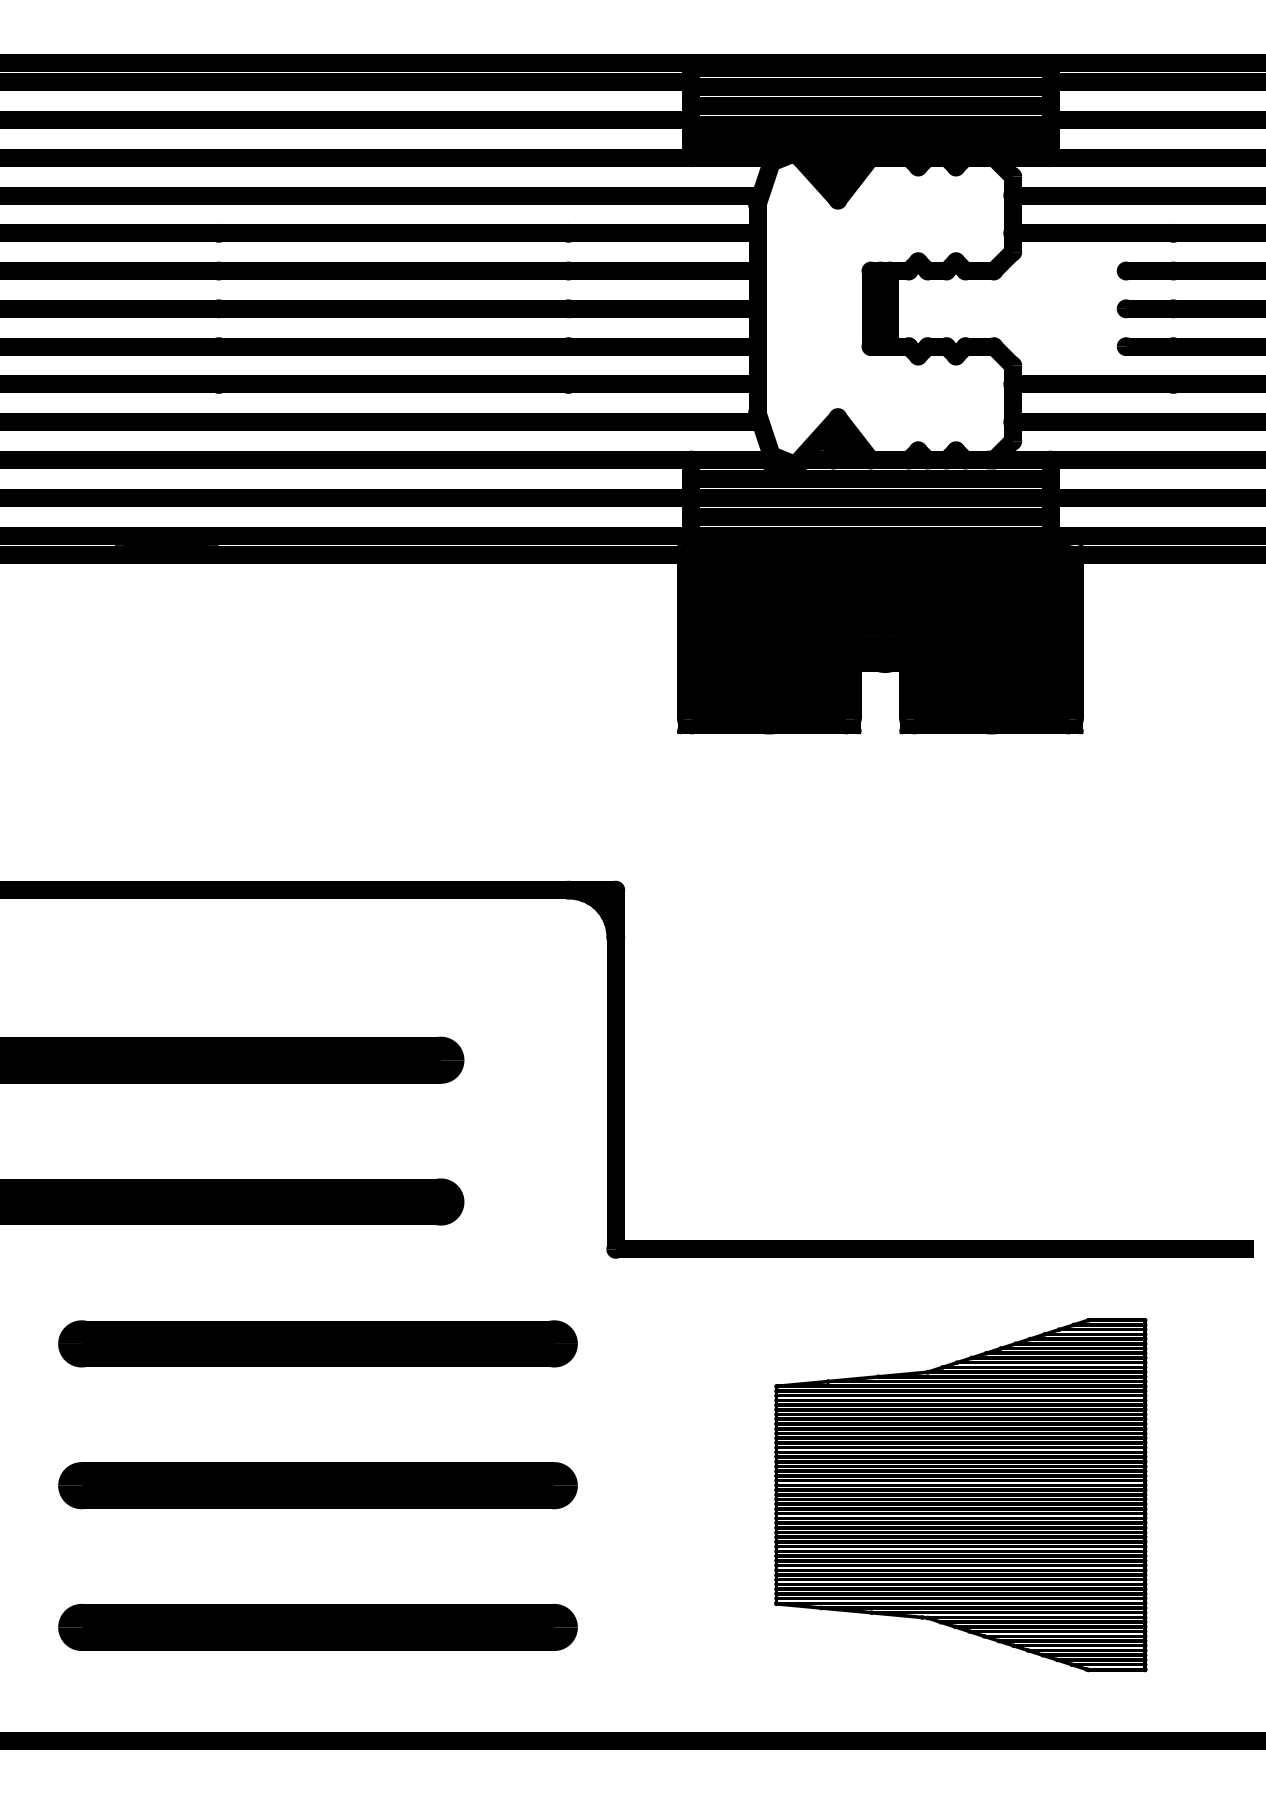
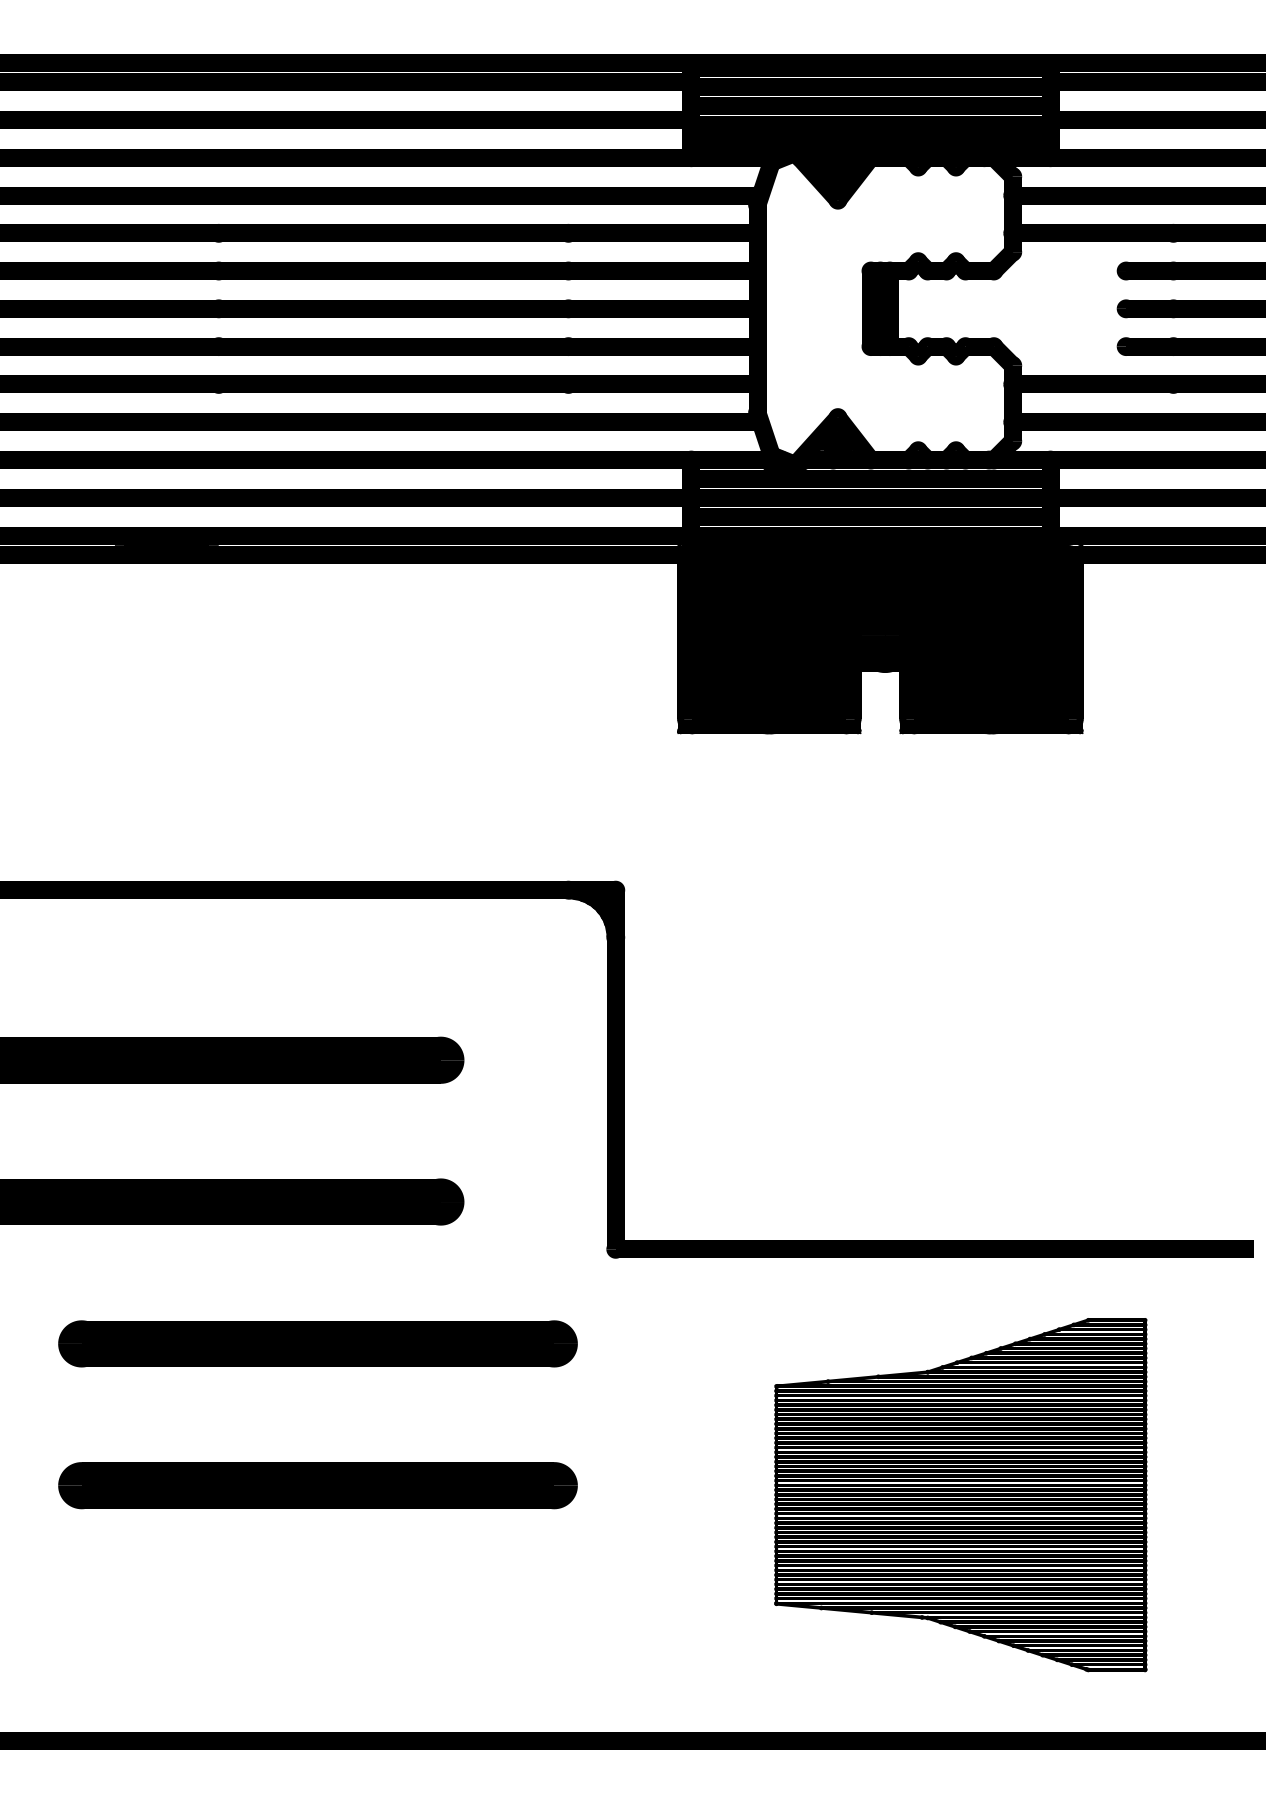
part at (317, 1626): present -> none
